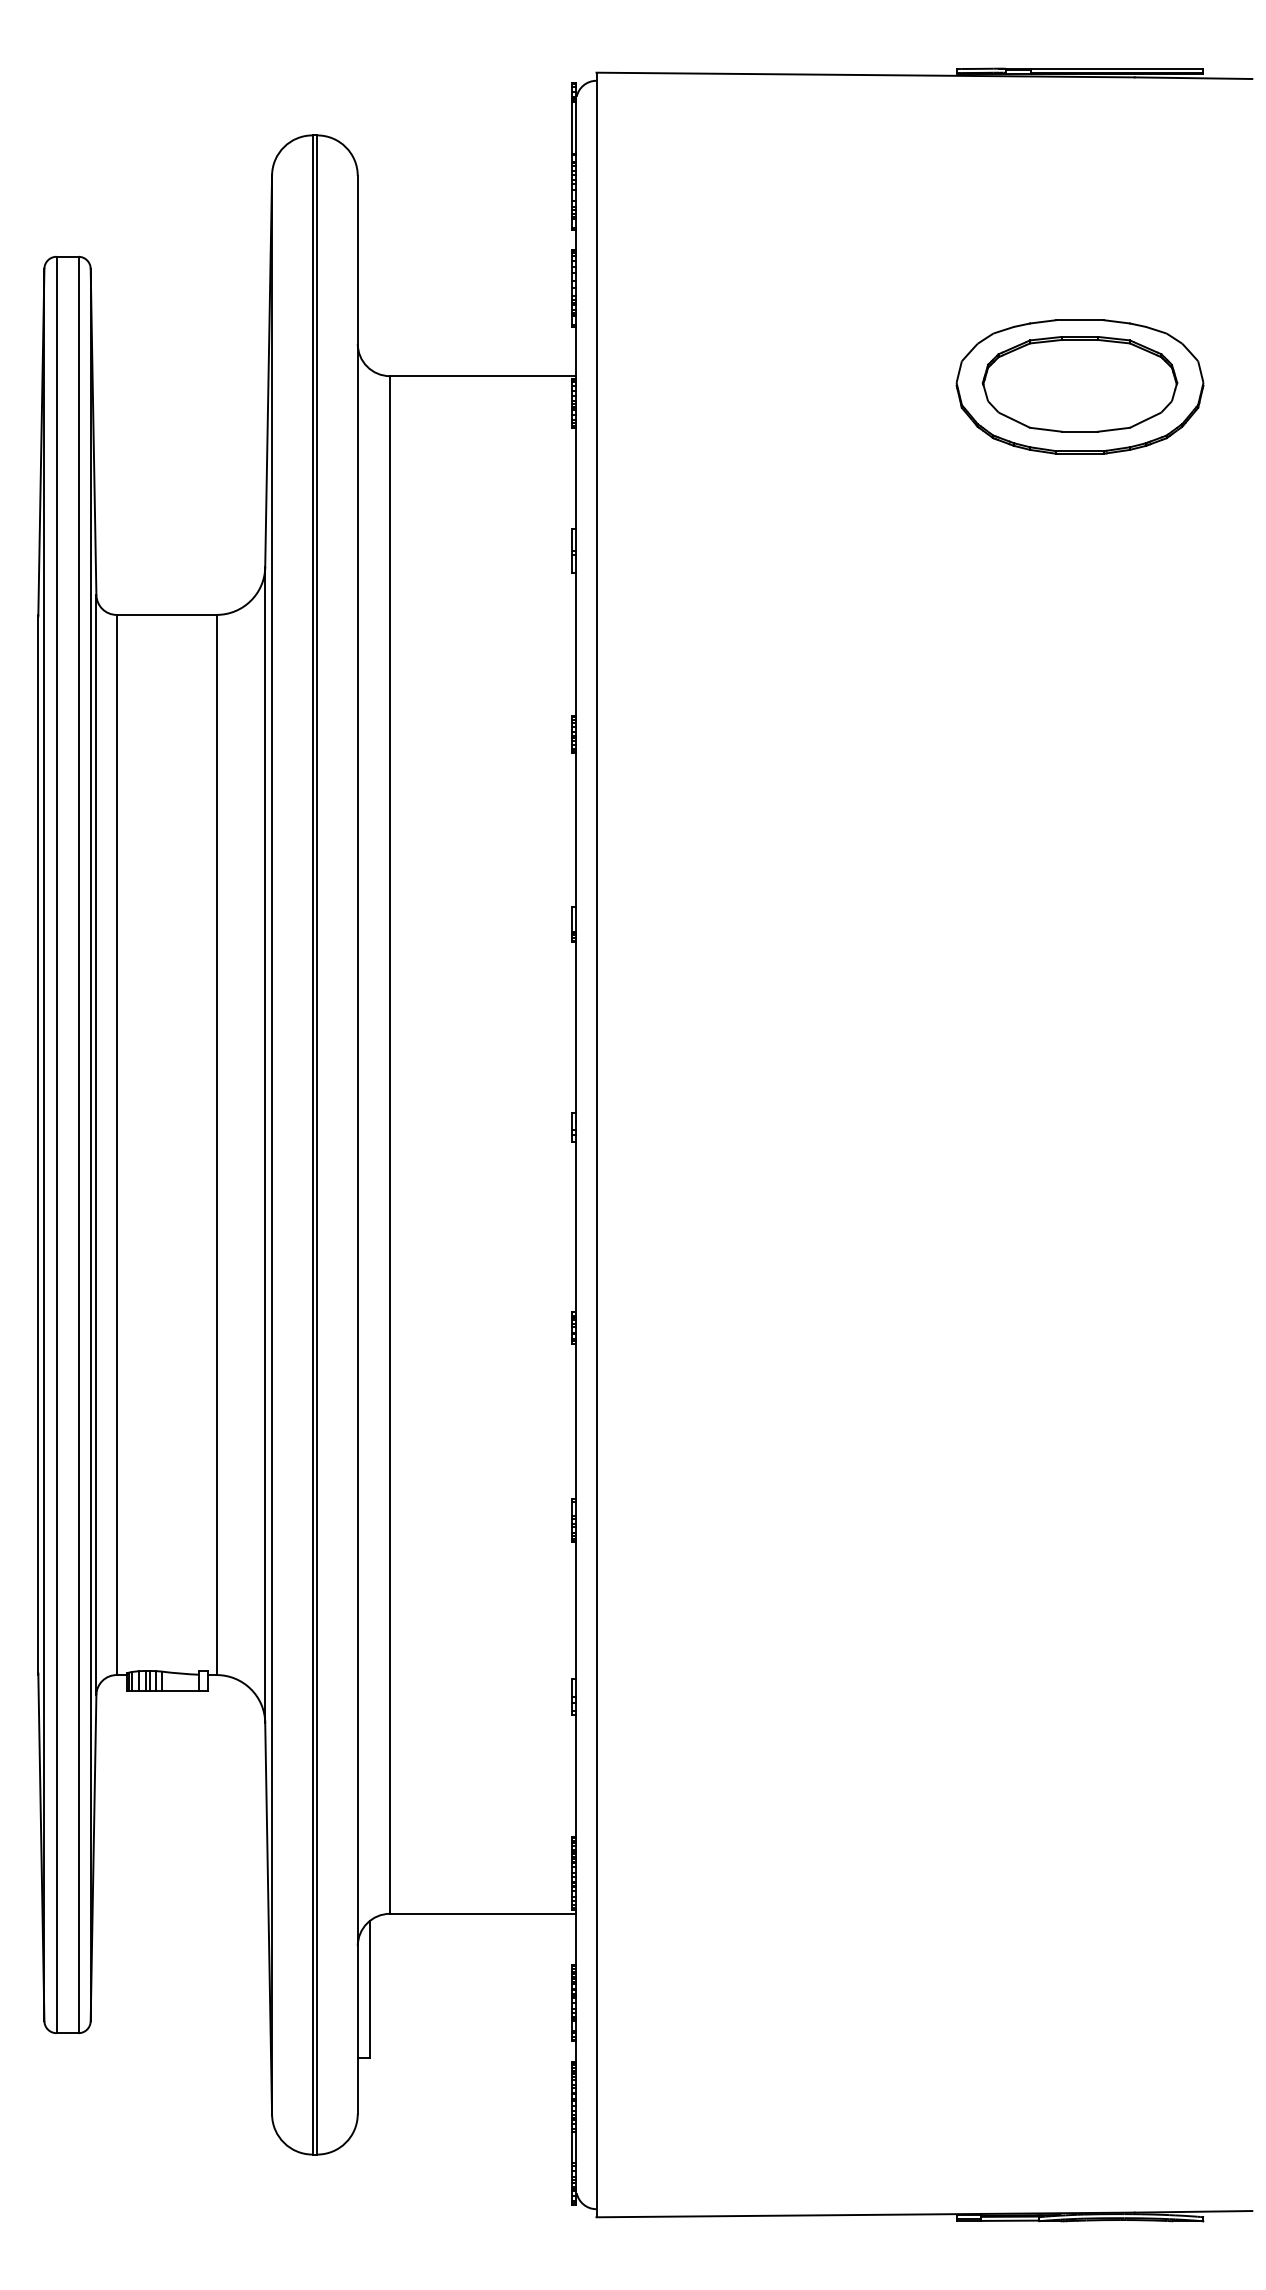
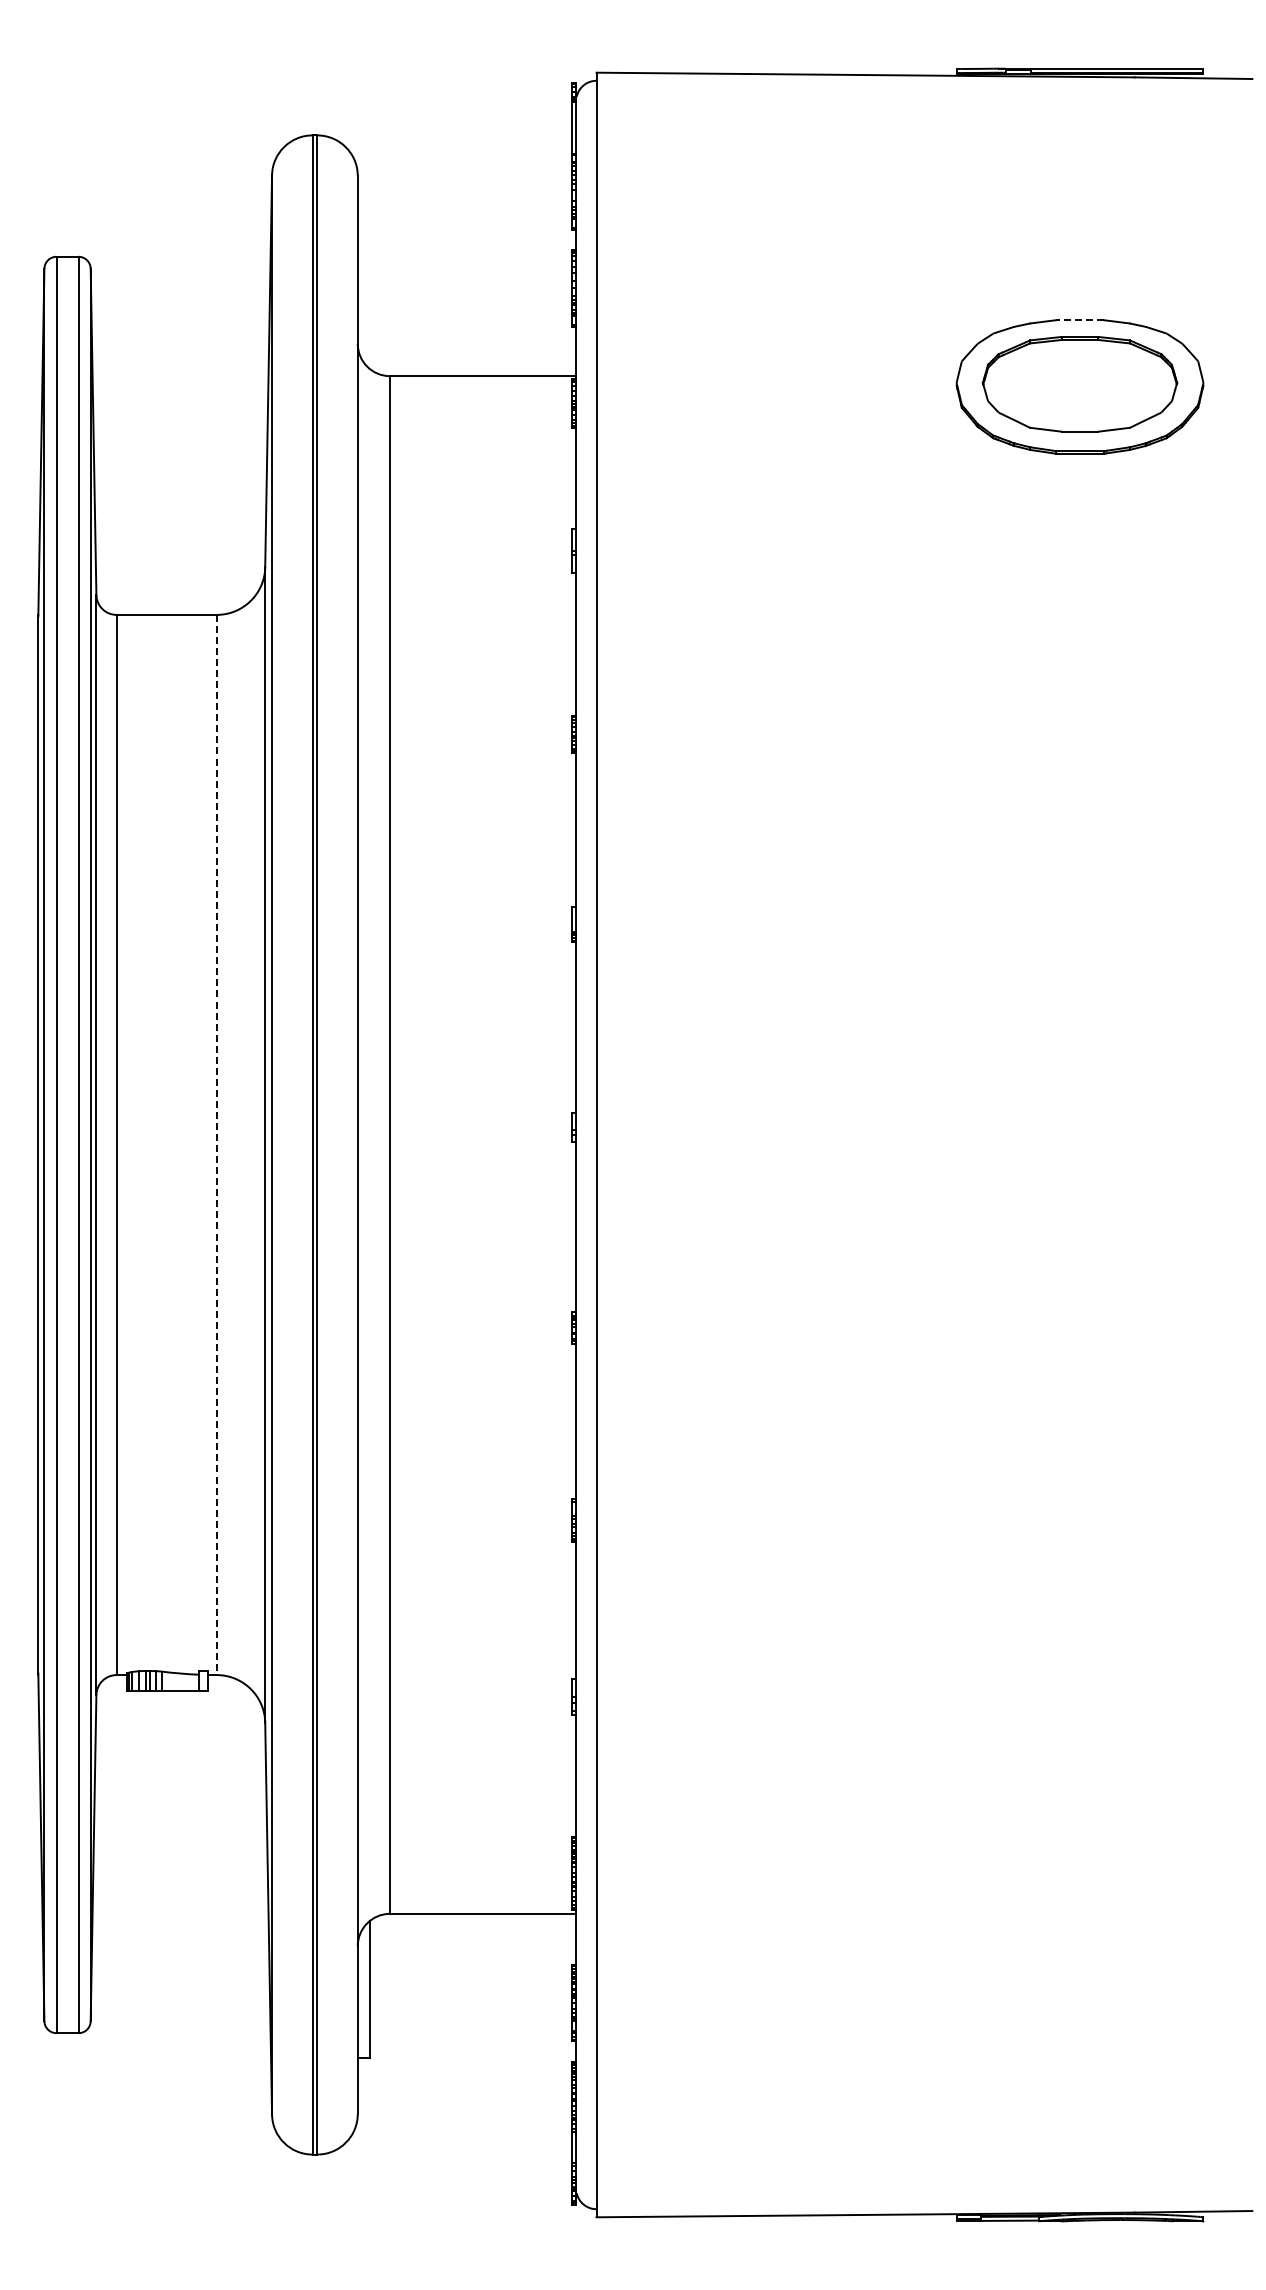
line at (1080, 320): solid -> dashed
line at (216, 1145): solid -> dashed
